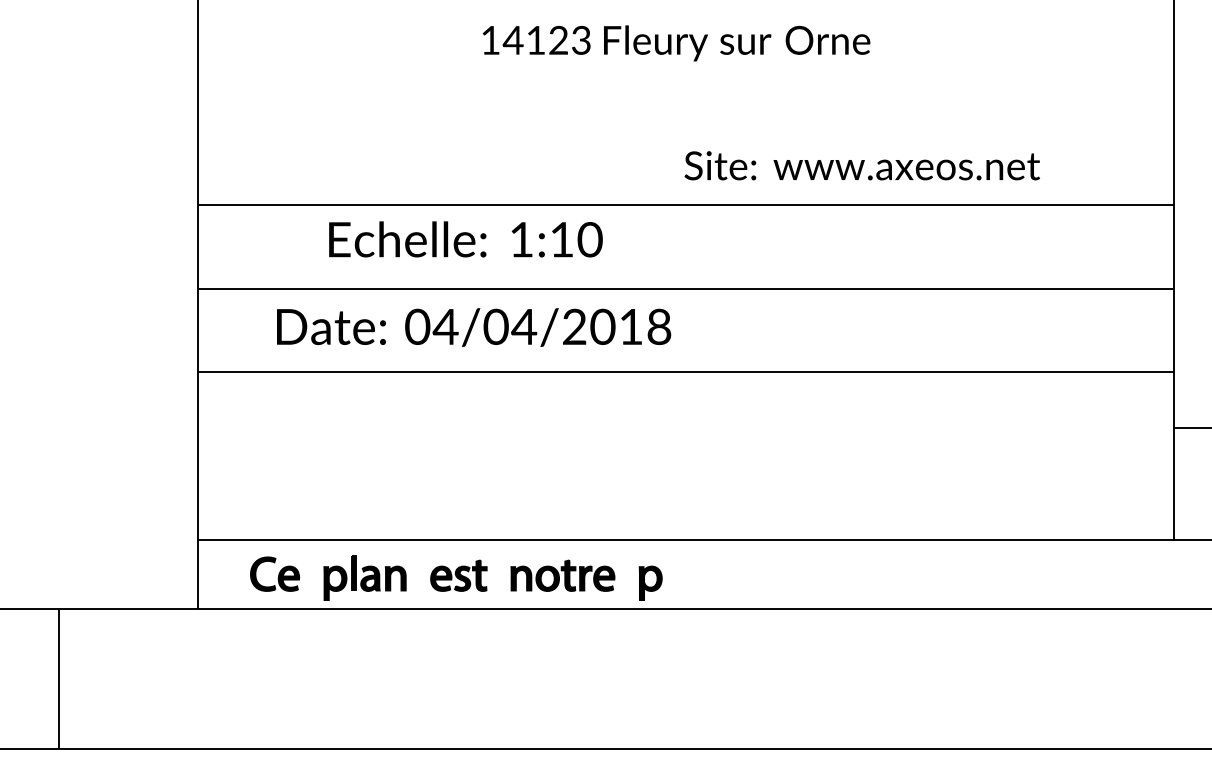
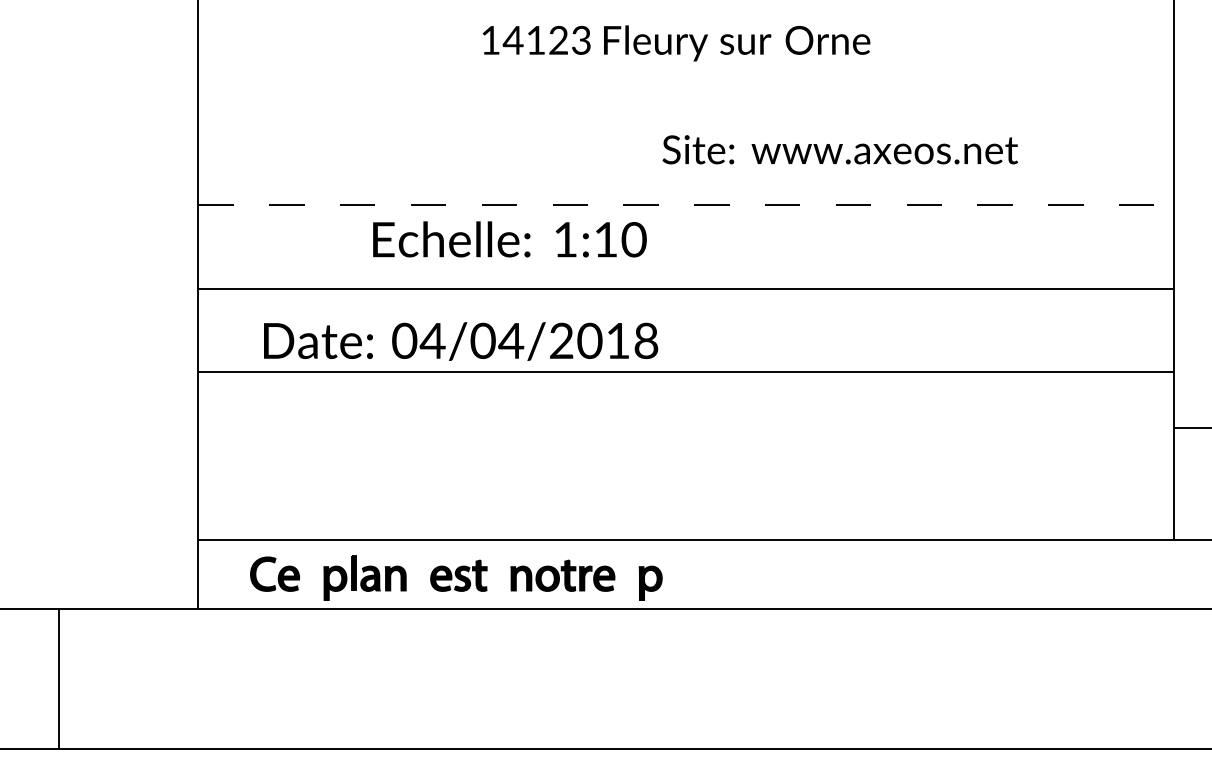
text at (861, 165) position: (861, 165) -> (839, 149)
line at (686, 205): solid -> dashed
text at (465, 239) position: (465, 239) -> (509, 239)
text at (474, 327) position: (474, 327) -> (461, 341)
